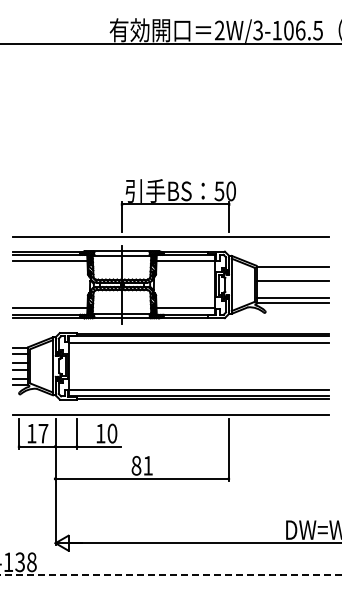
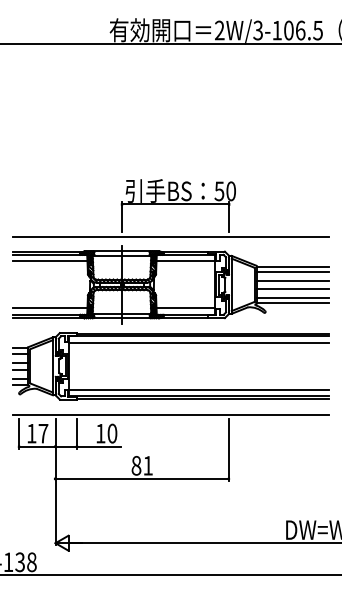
line at (292, 272): none -> present
line at (292, 288): none -> present
line at (170, 575): dashed -> solid
